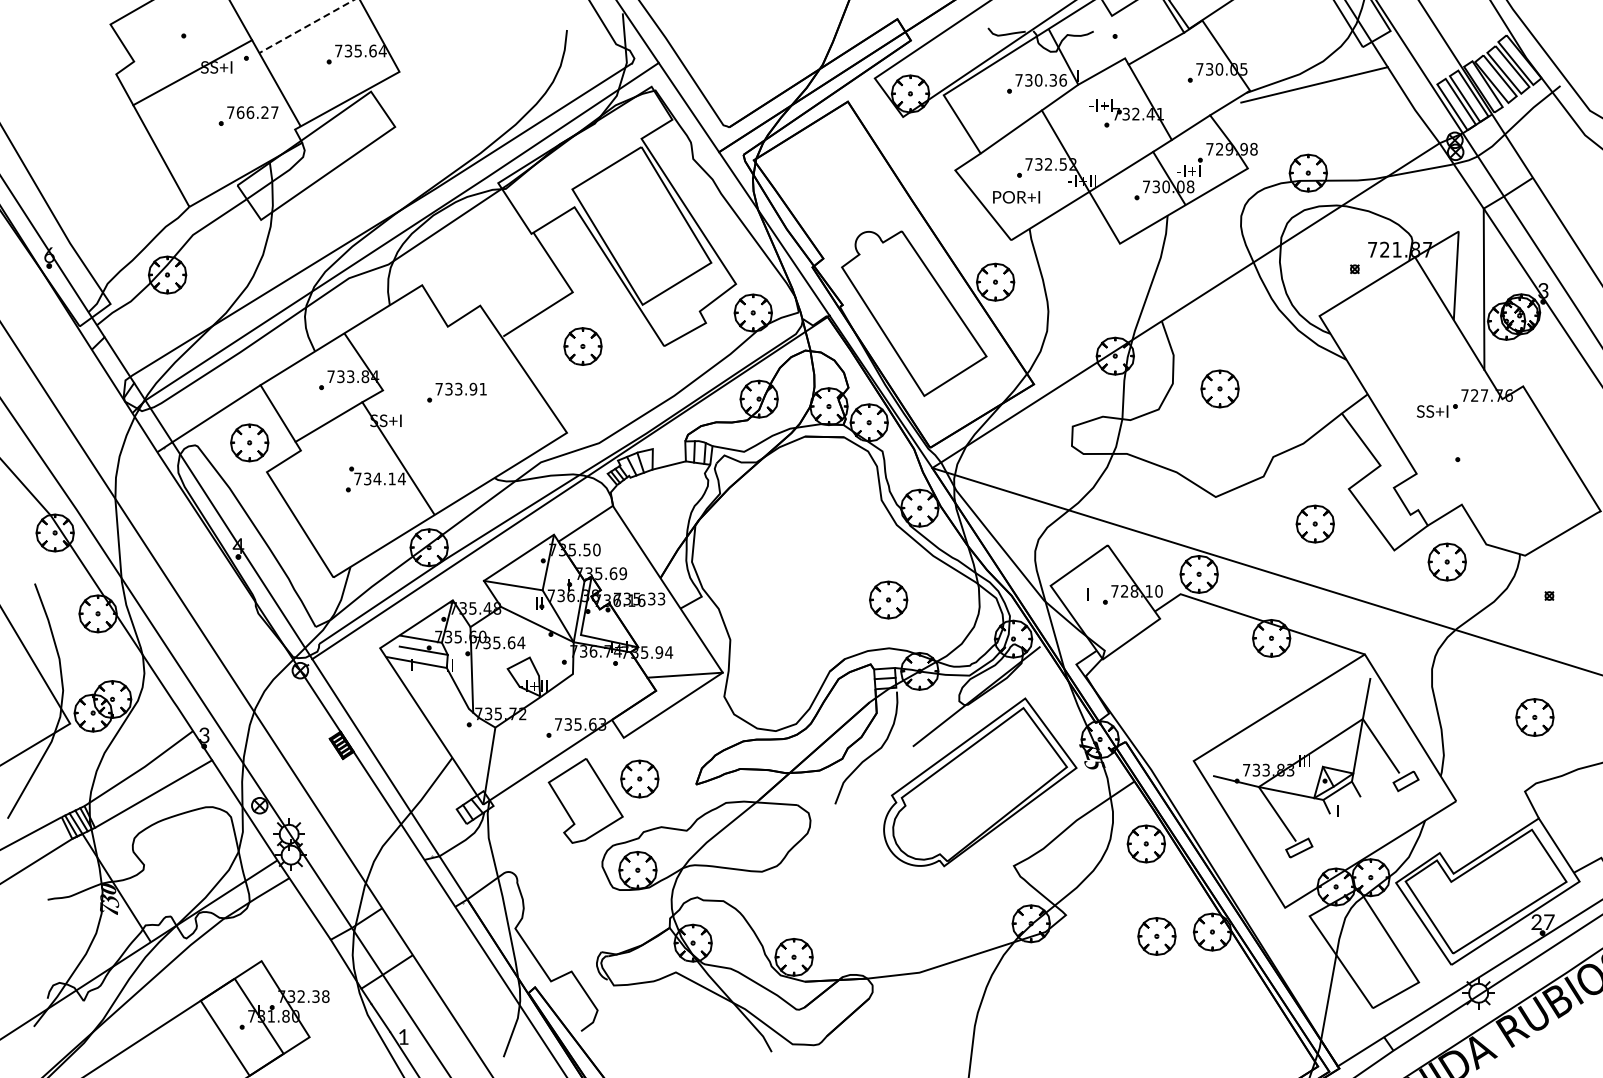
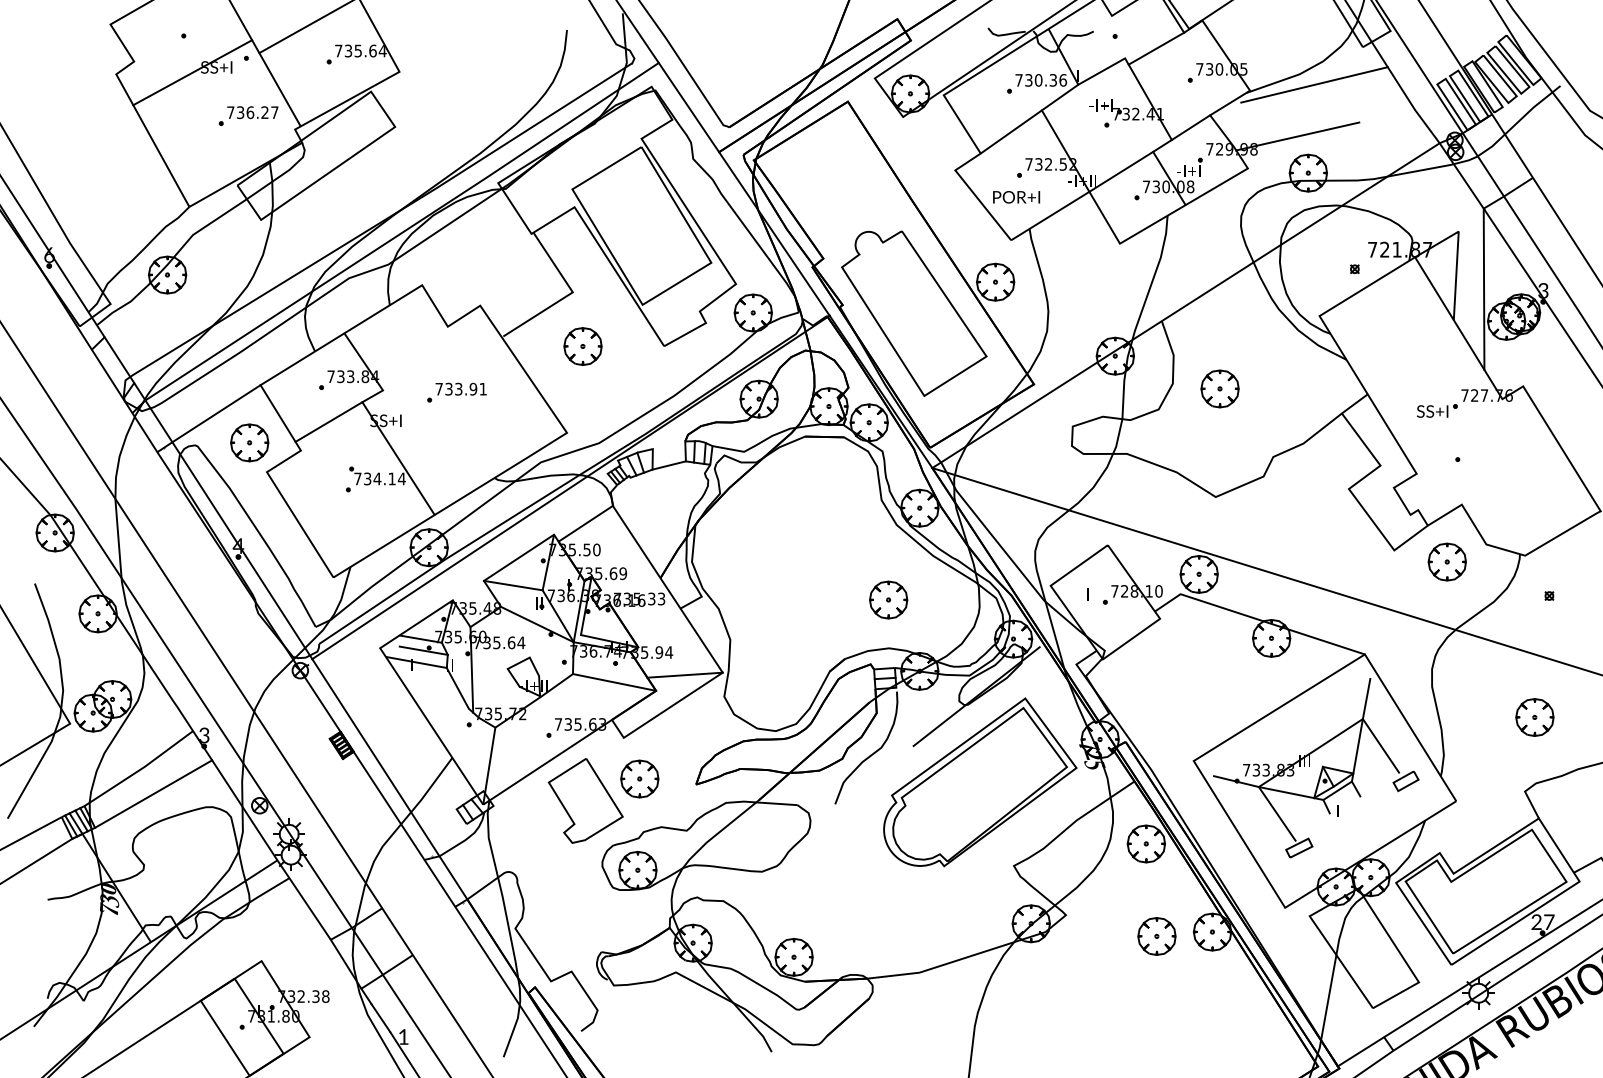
line at (306, 26): dashed -> solid
text at (240, 112): 766.27 -> 736.27
line at (1297, 136): none -> present
part at (1314, 523): present -> none
line at (614, 682): none -> present
